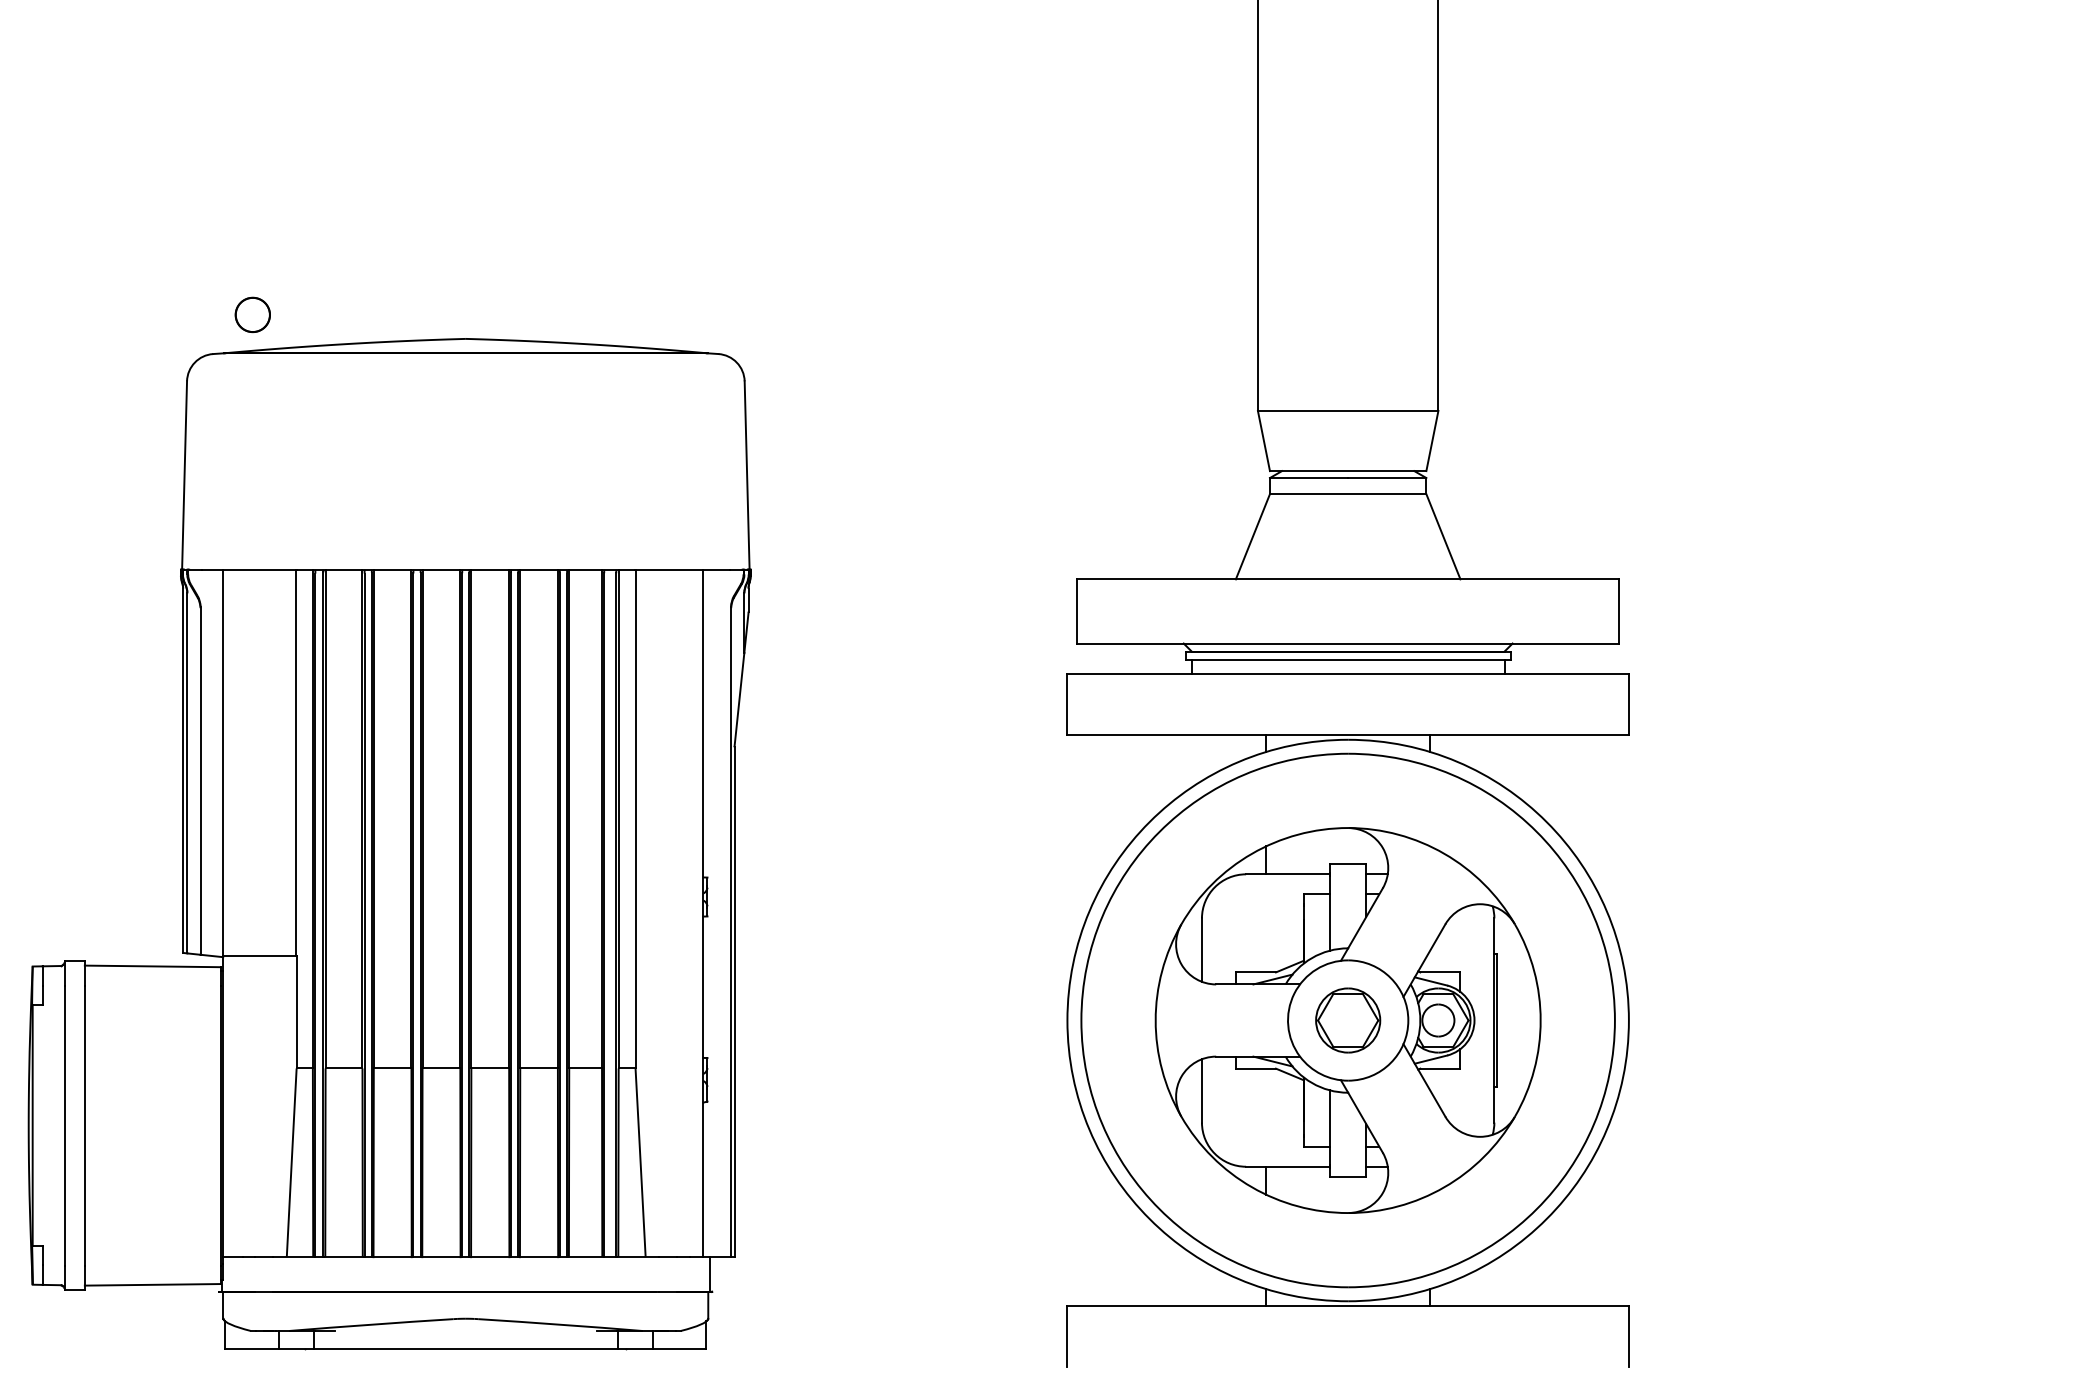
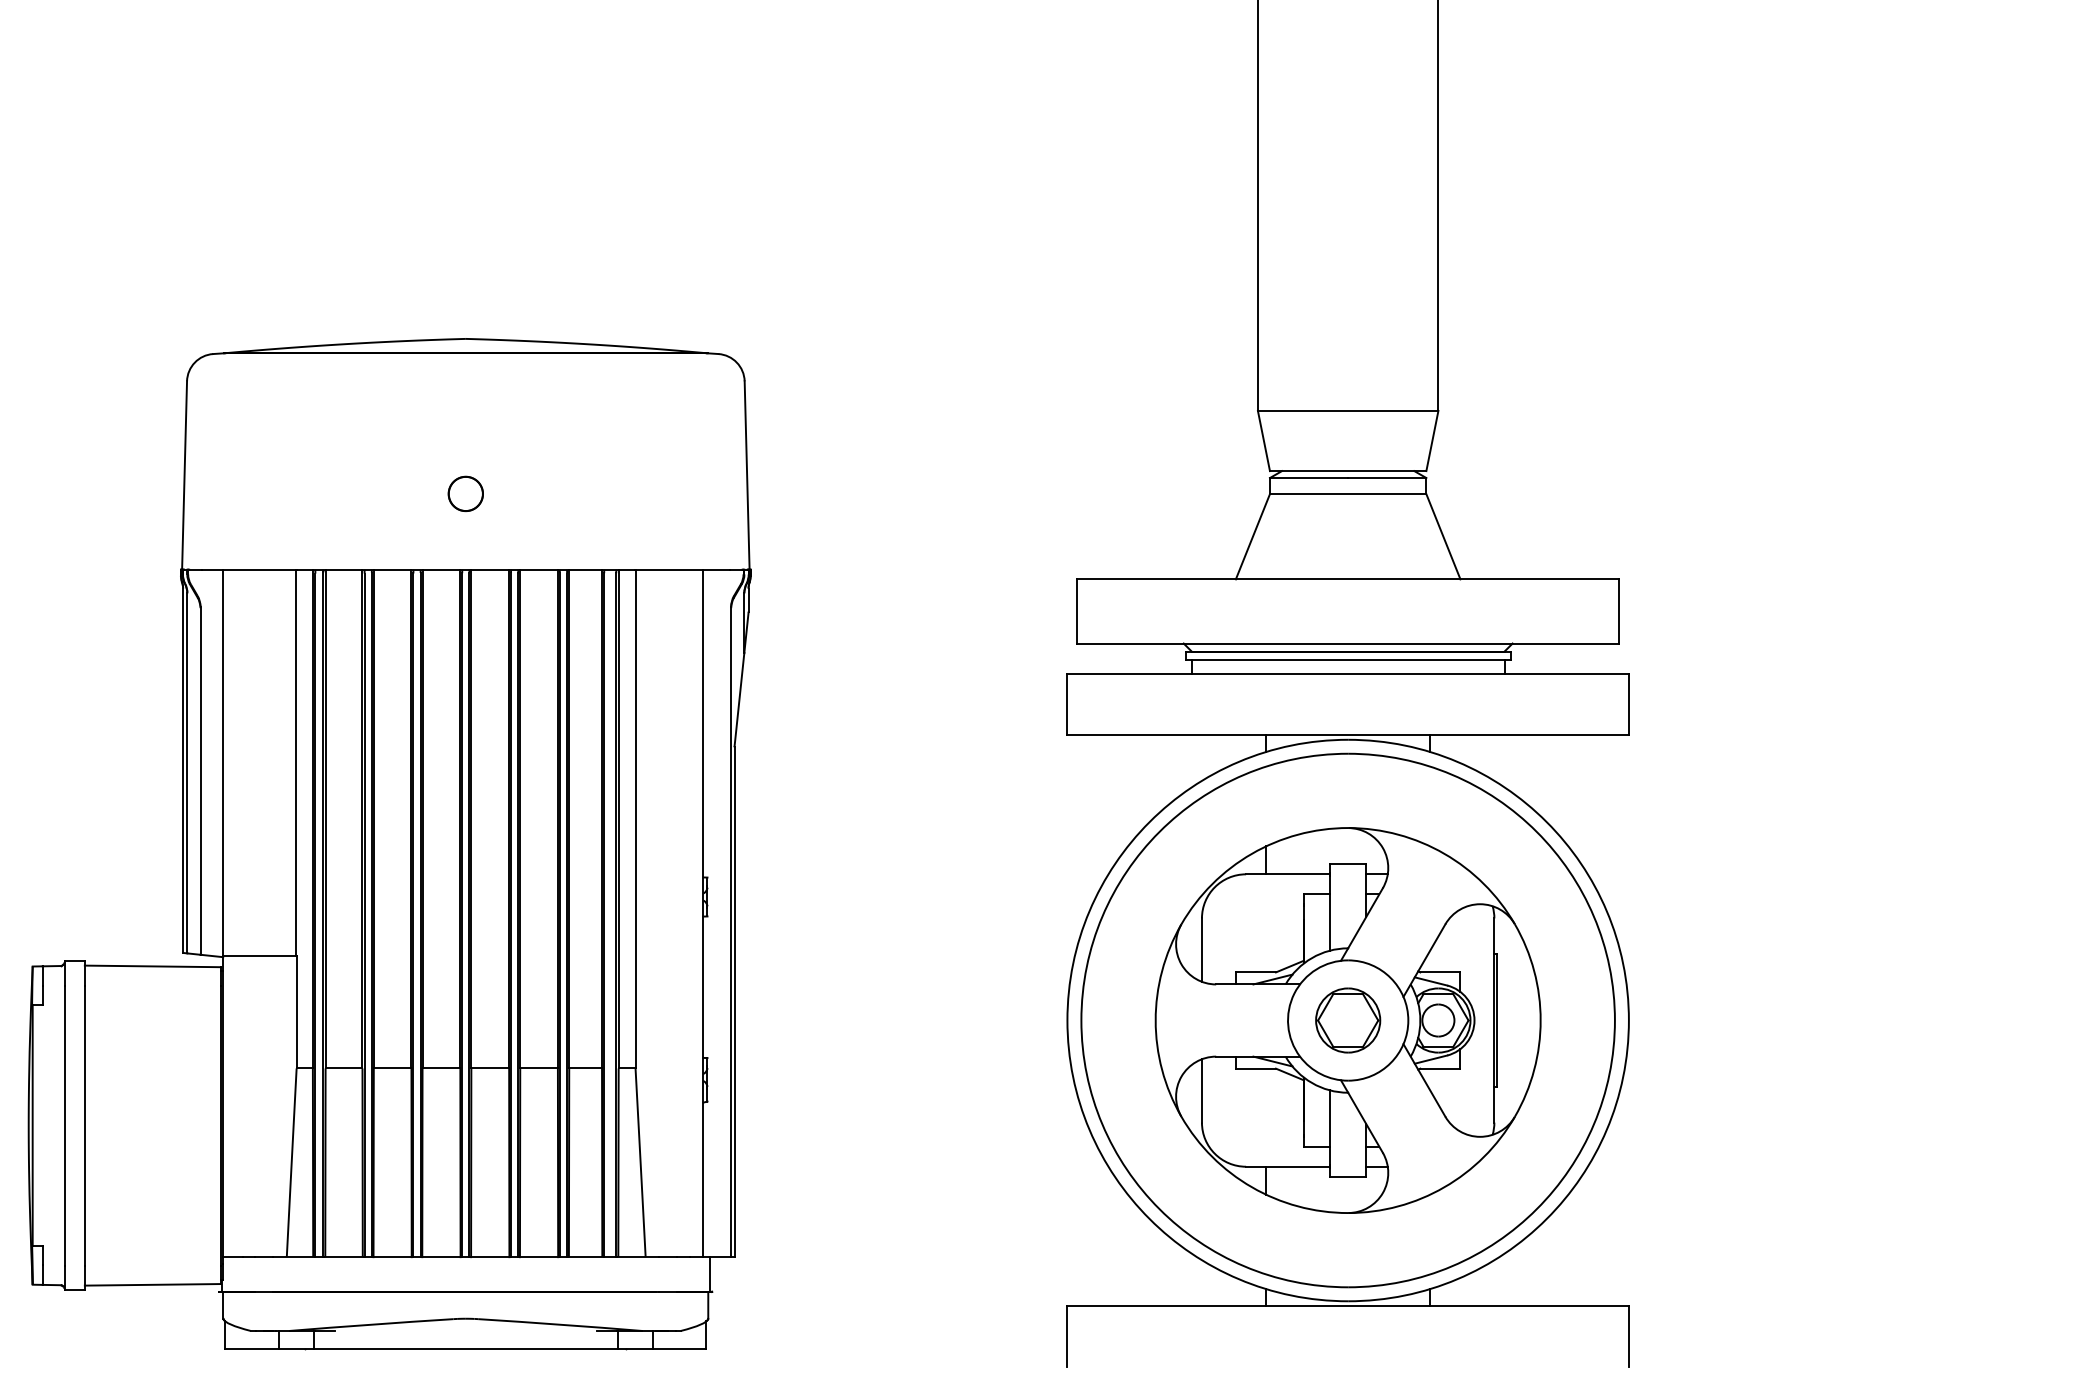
circle at (252, 314) position: (252, 314) -> (465, 493)
